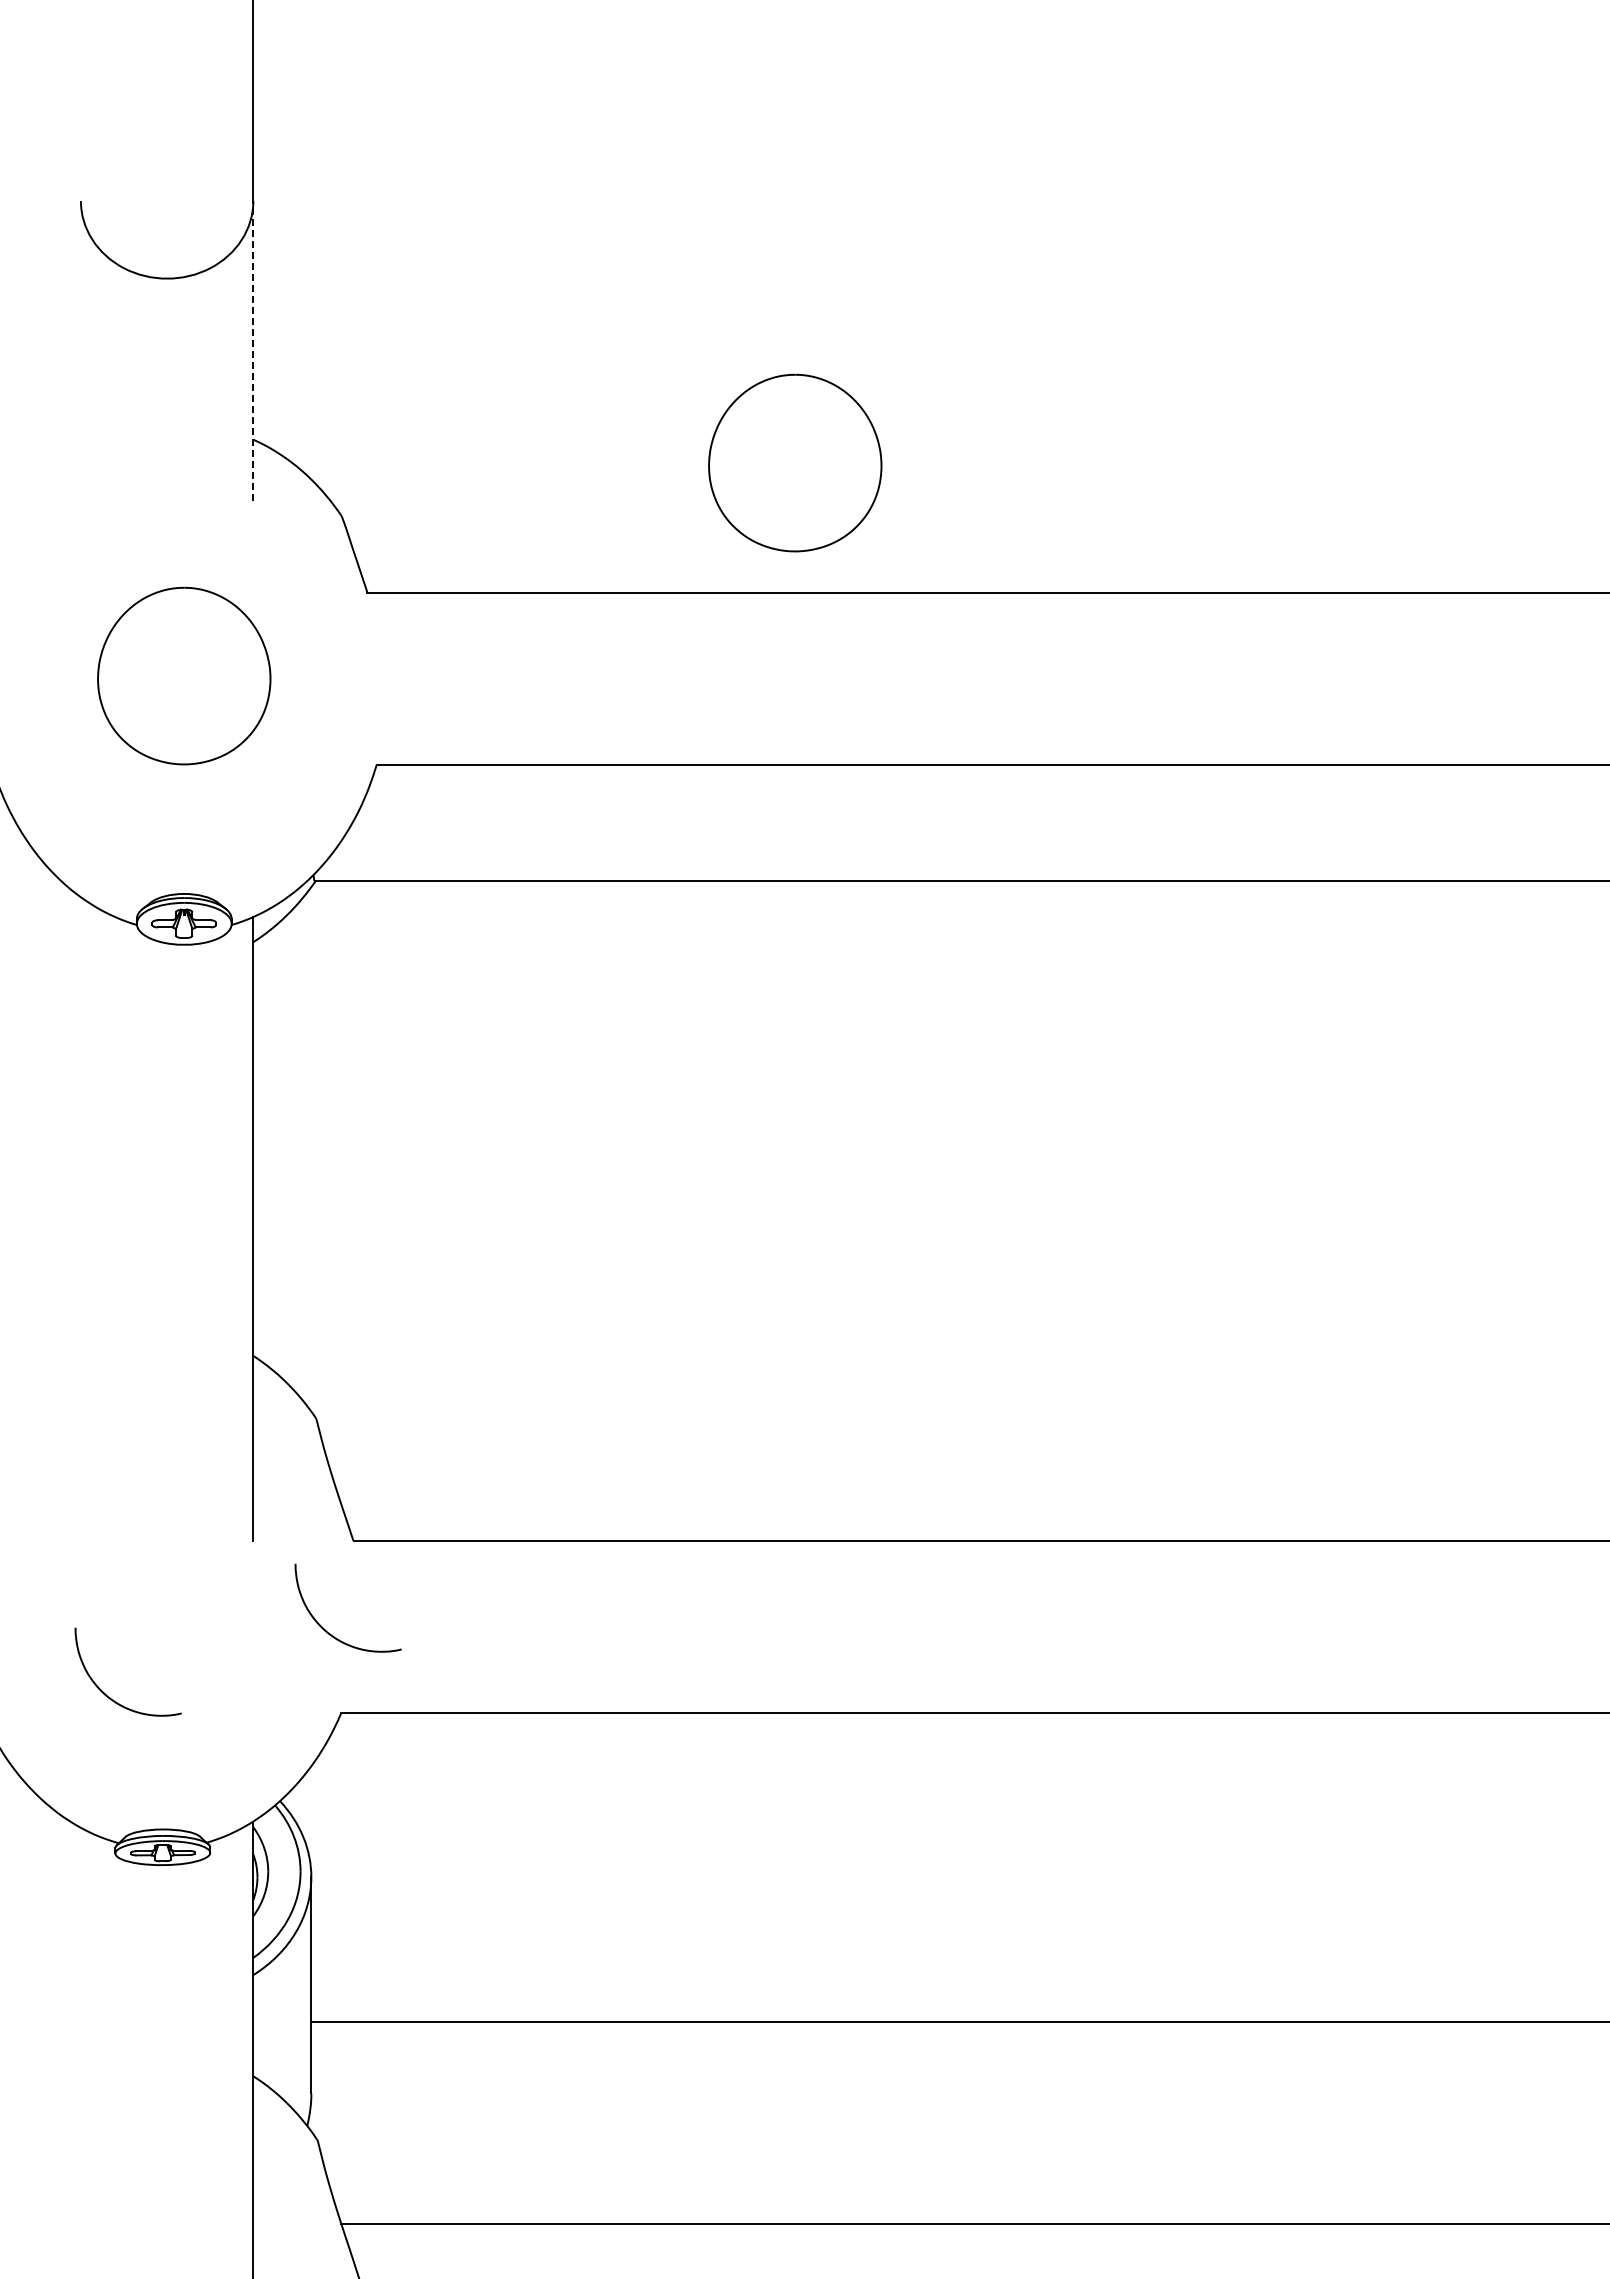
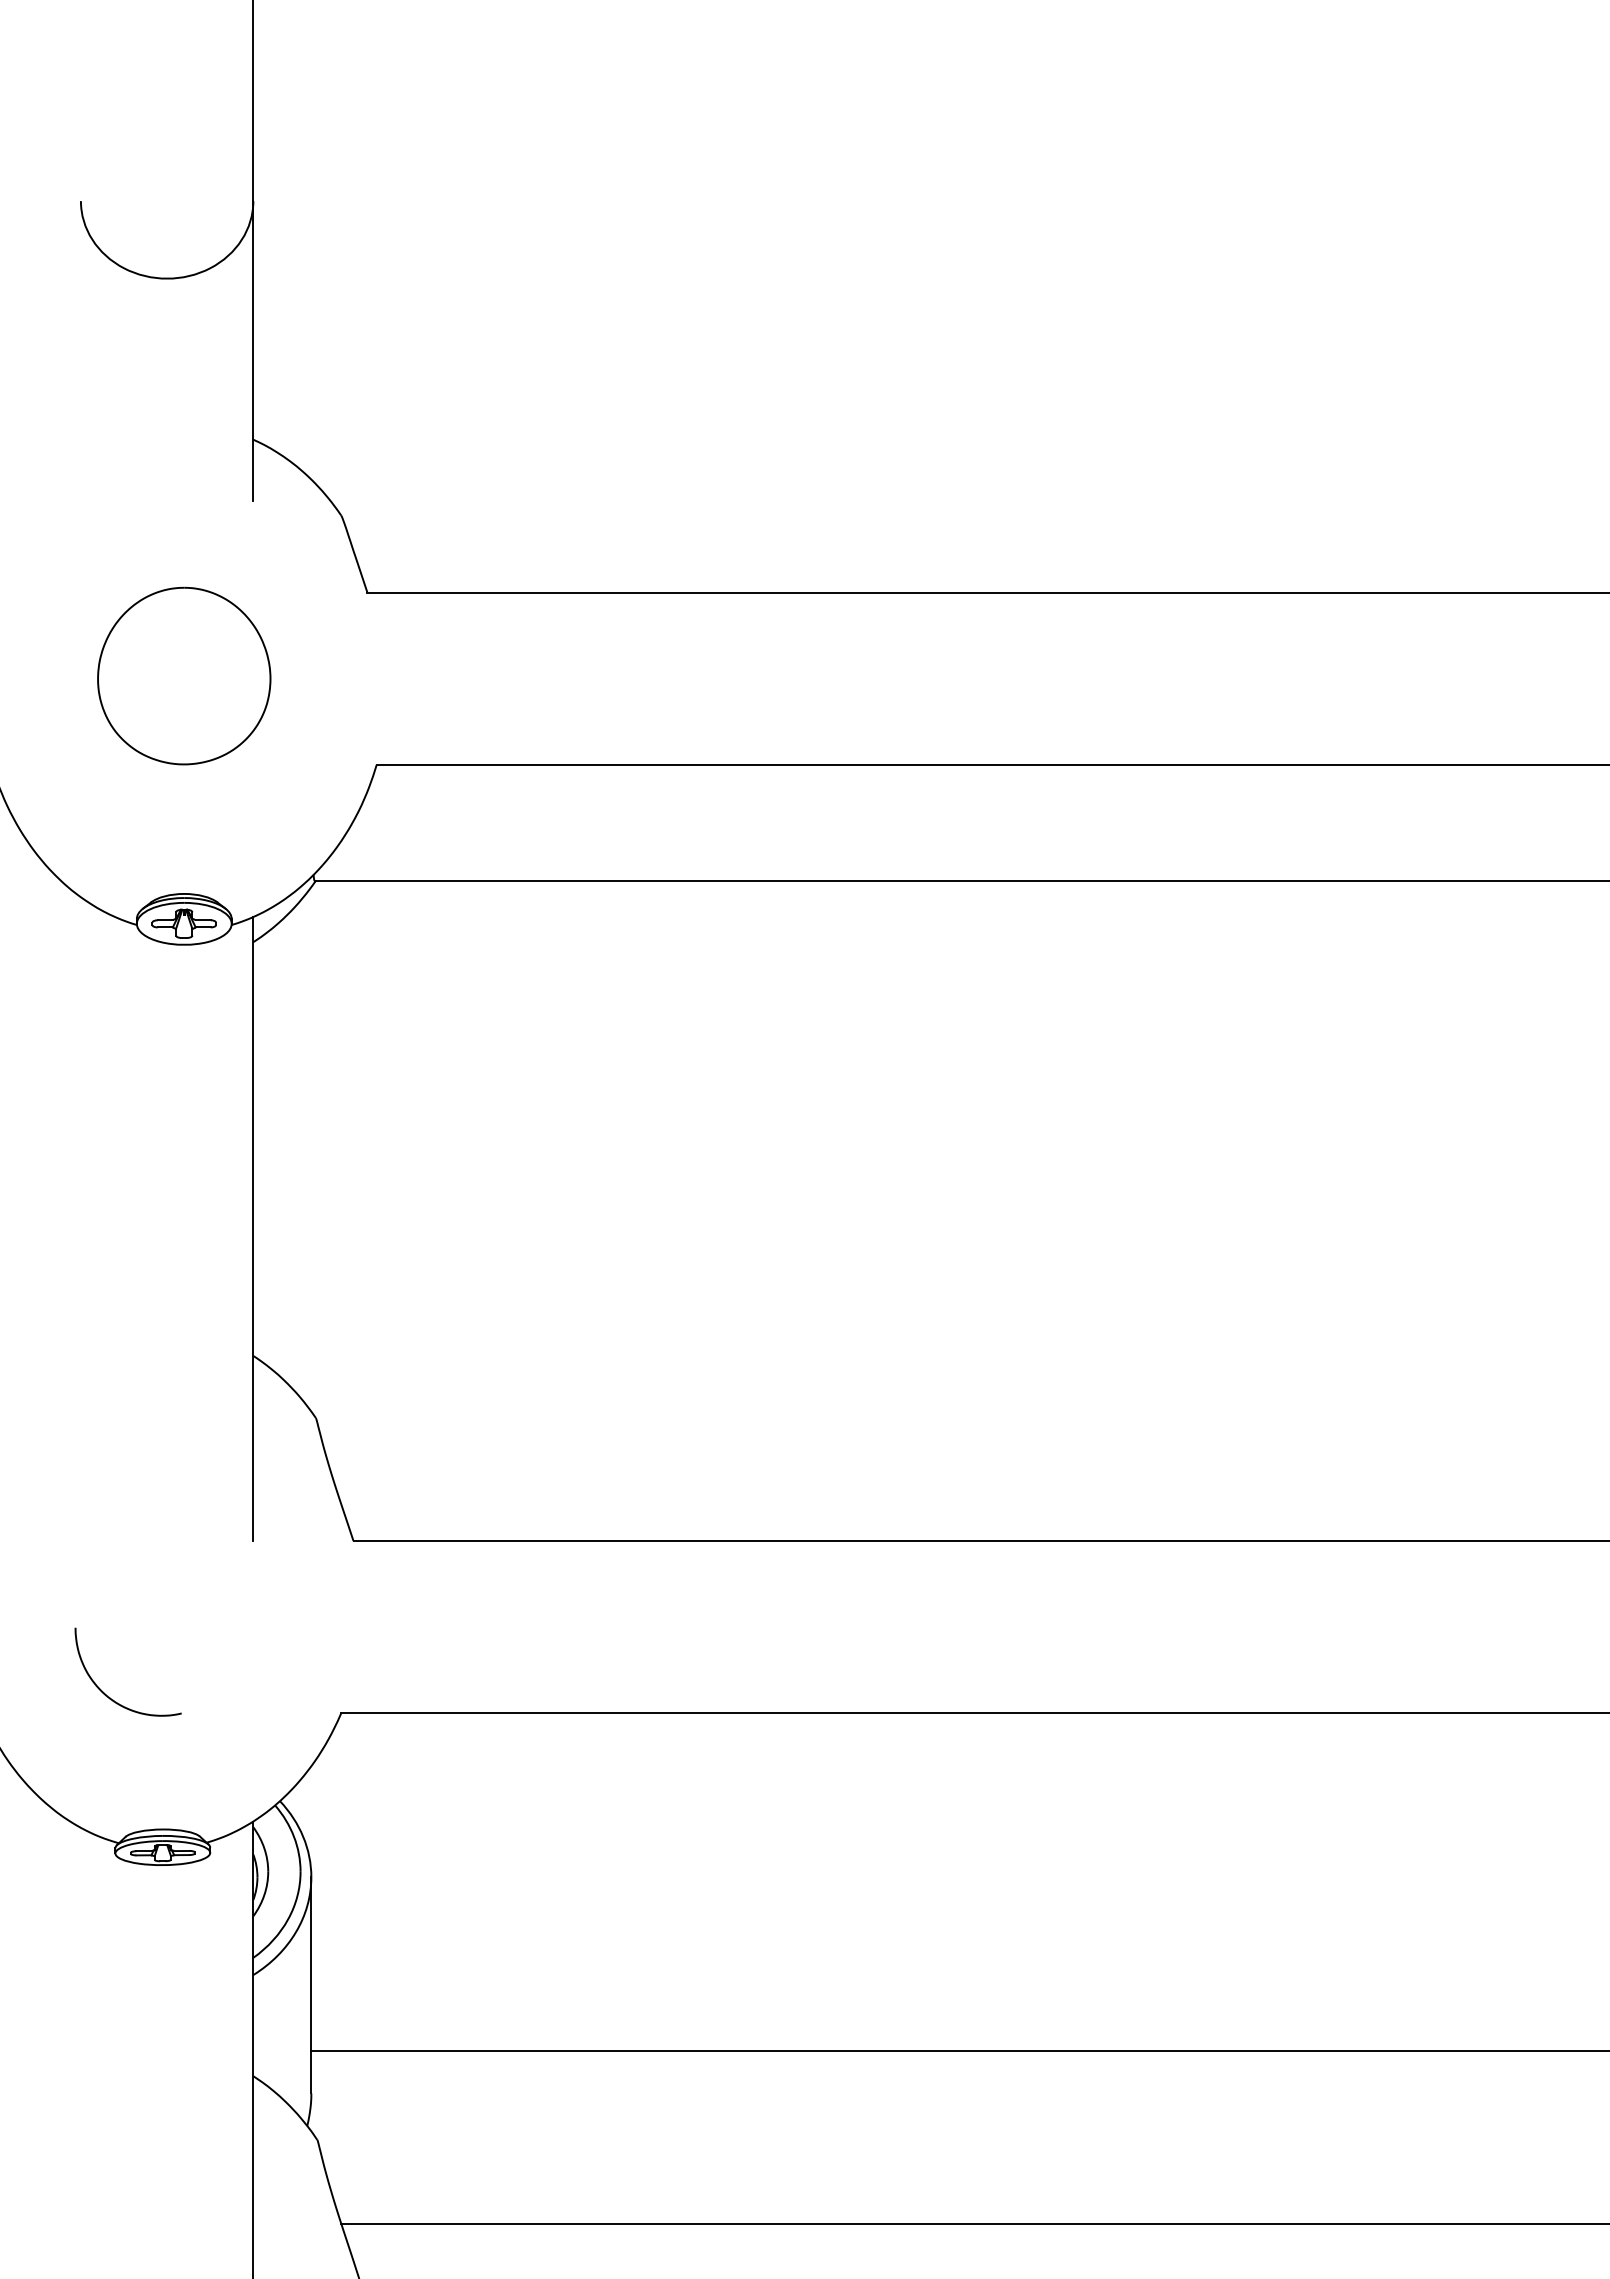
line at (253, 350): dashed -> solid
part at (795, 462): present -> none
curve at (329, 1632): present -> none
line at (958, 2022) position: (958, 2022) -> (958, 2051)
